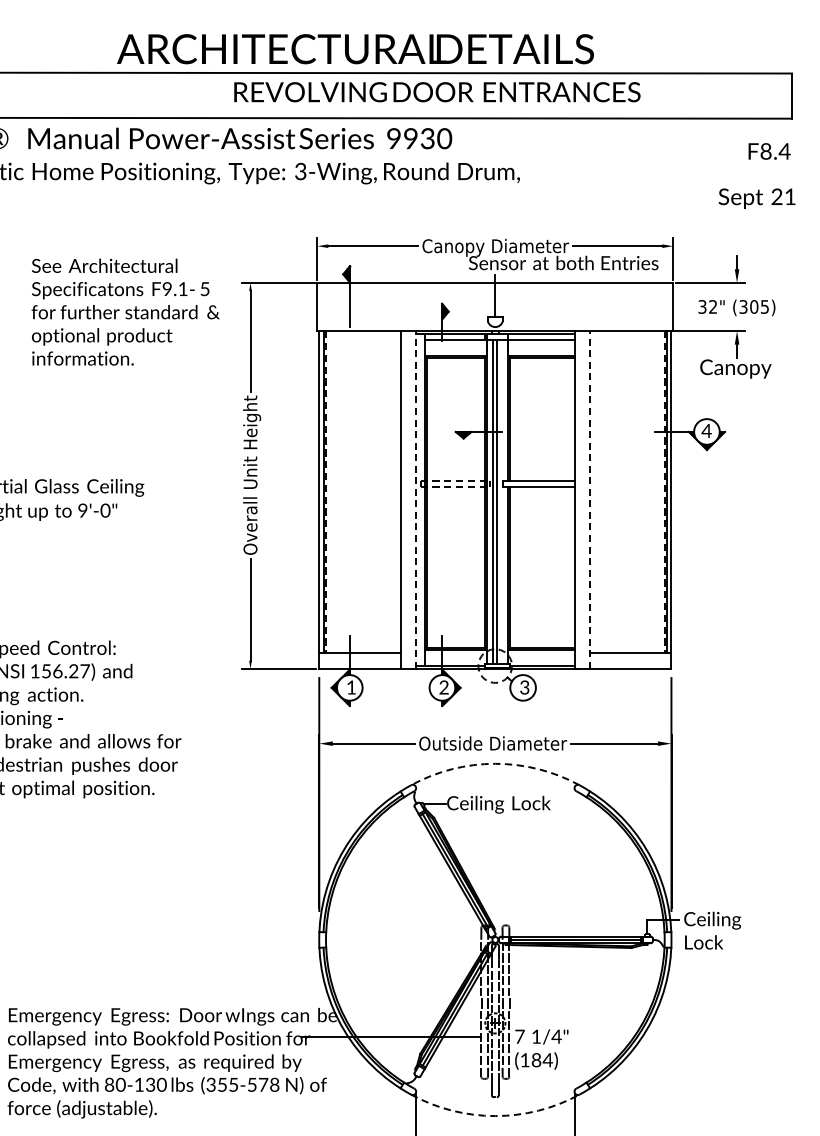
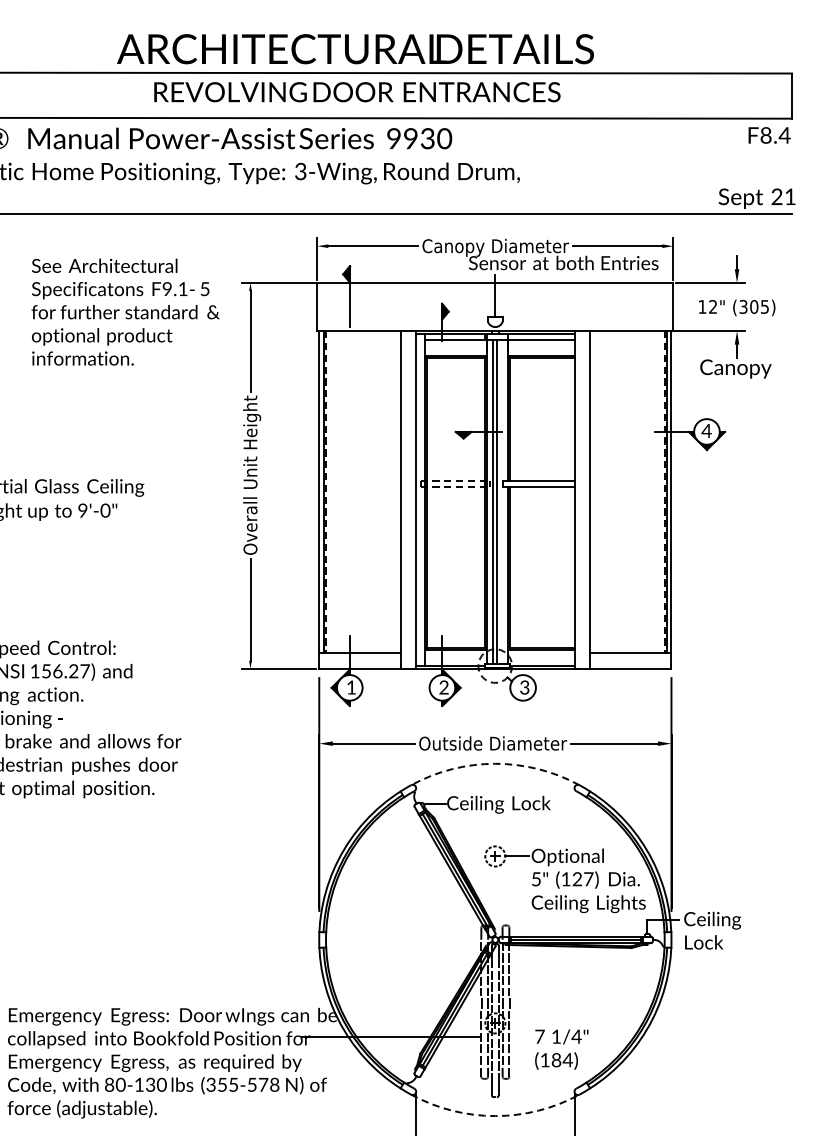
text at (437, 92) position: (437, 92) -> (357, 92)
text at (769, 151) position: (769, 151) -> (769, 135)
line at (396, 213): none -> present
text at (702, 306): 32" -> 12"
line at (416, 500): dashed -> solid
line at (590, 500): dashed -> solid
part at (564, 879): none -> present
text at (541, 1049) position: (541, 1049) -> (561, 1049)
